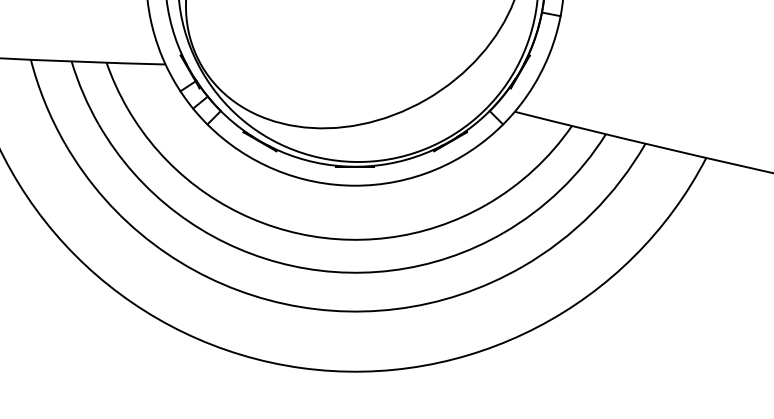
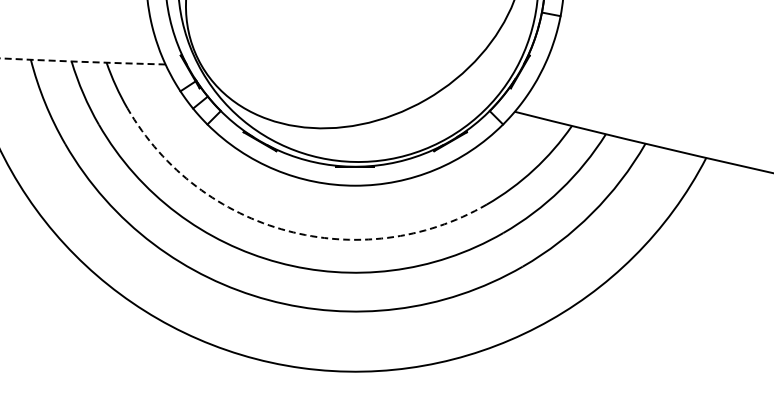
arc at (82, 61): solid -> dashed
arc at (287, 230): solid -> dashed
